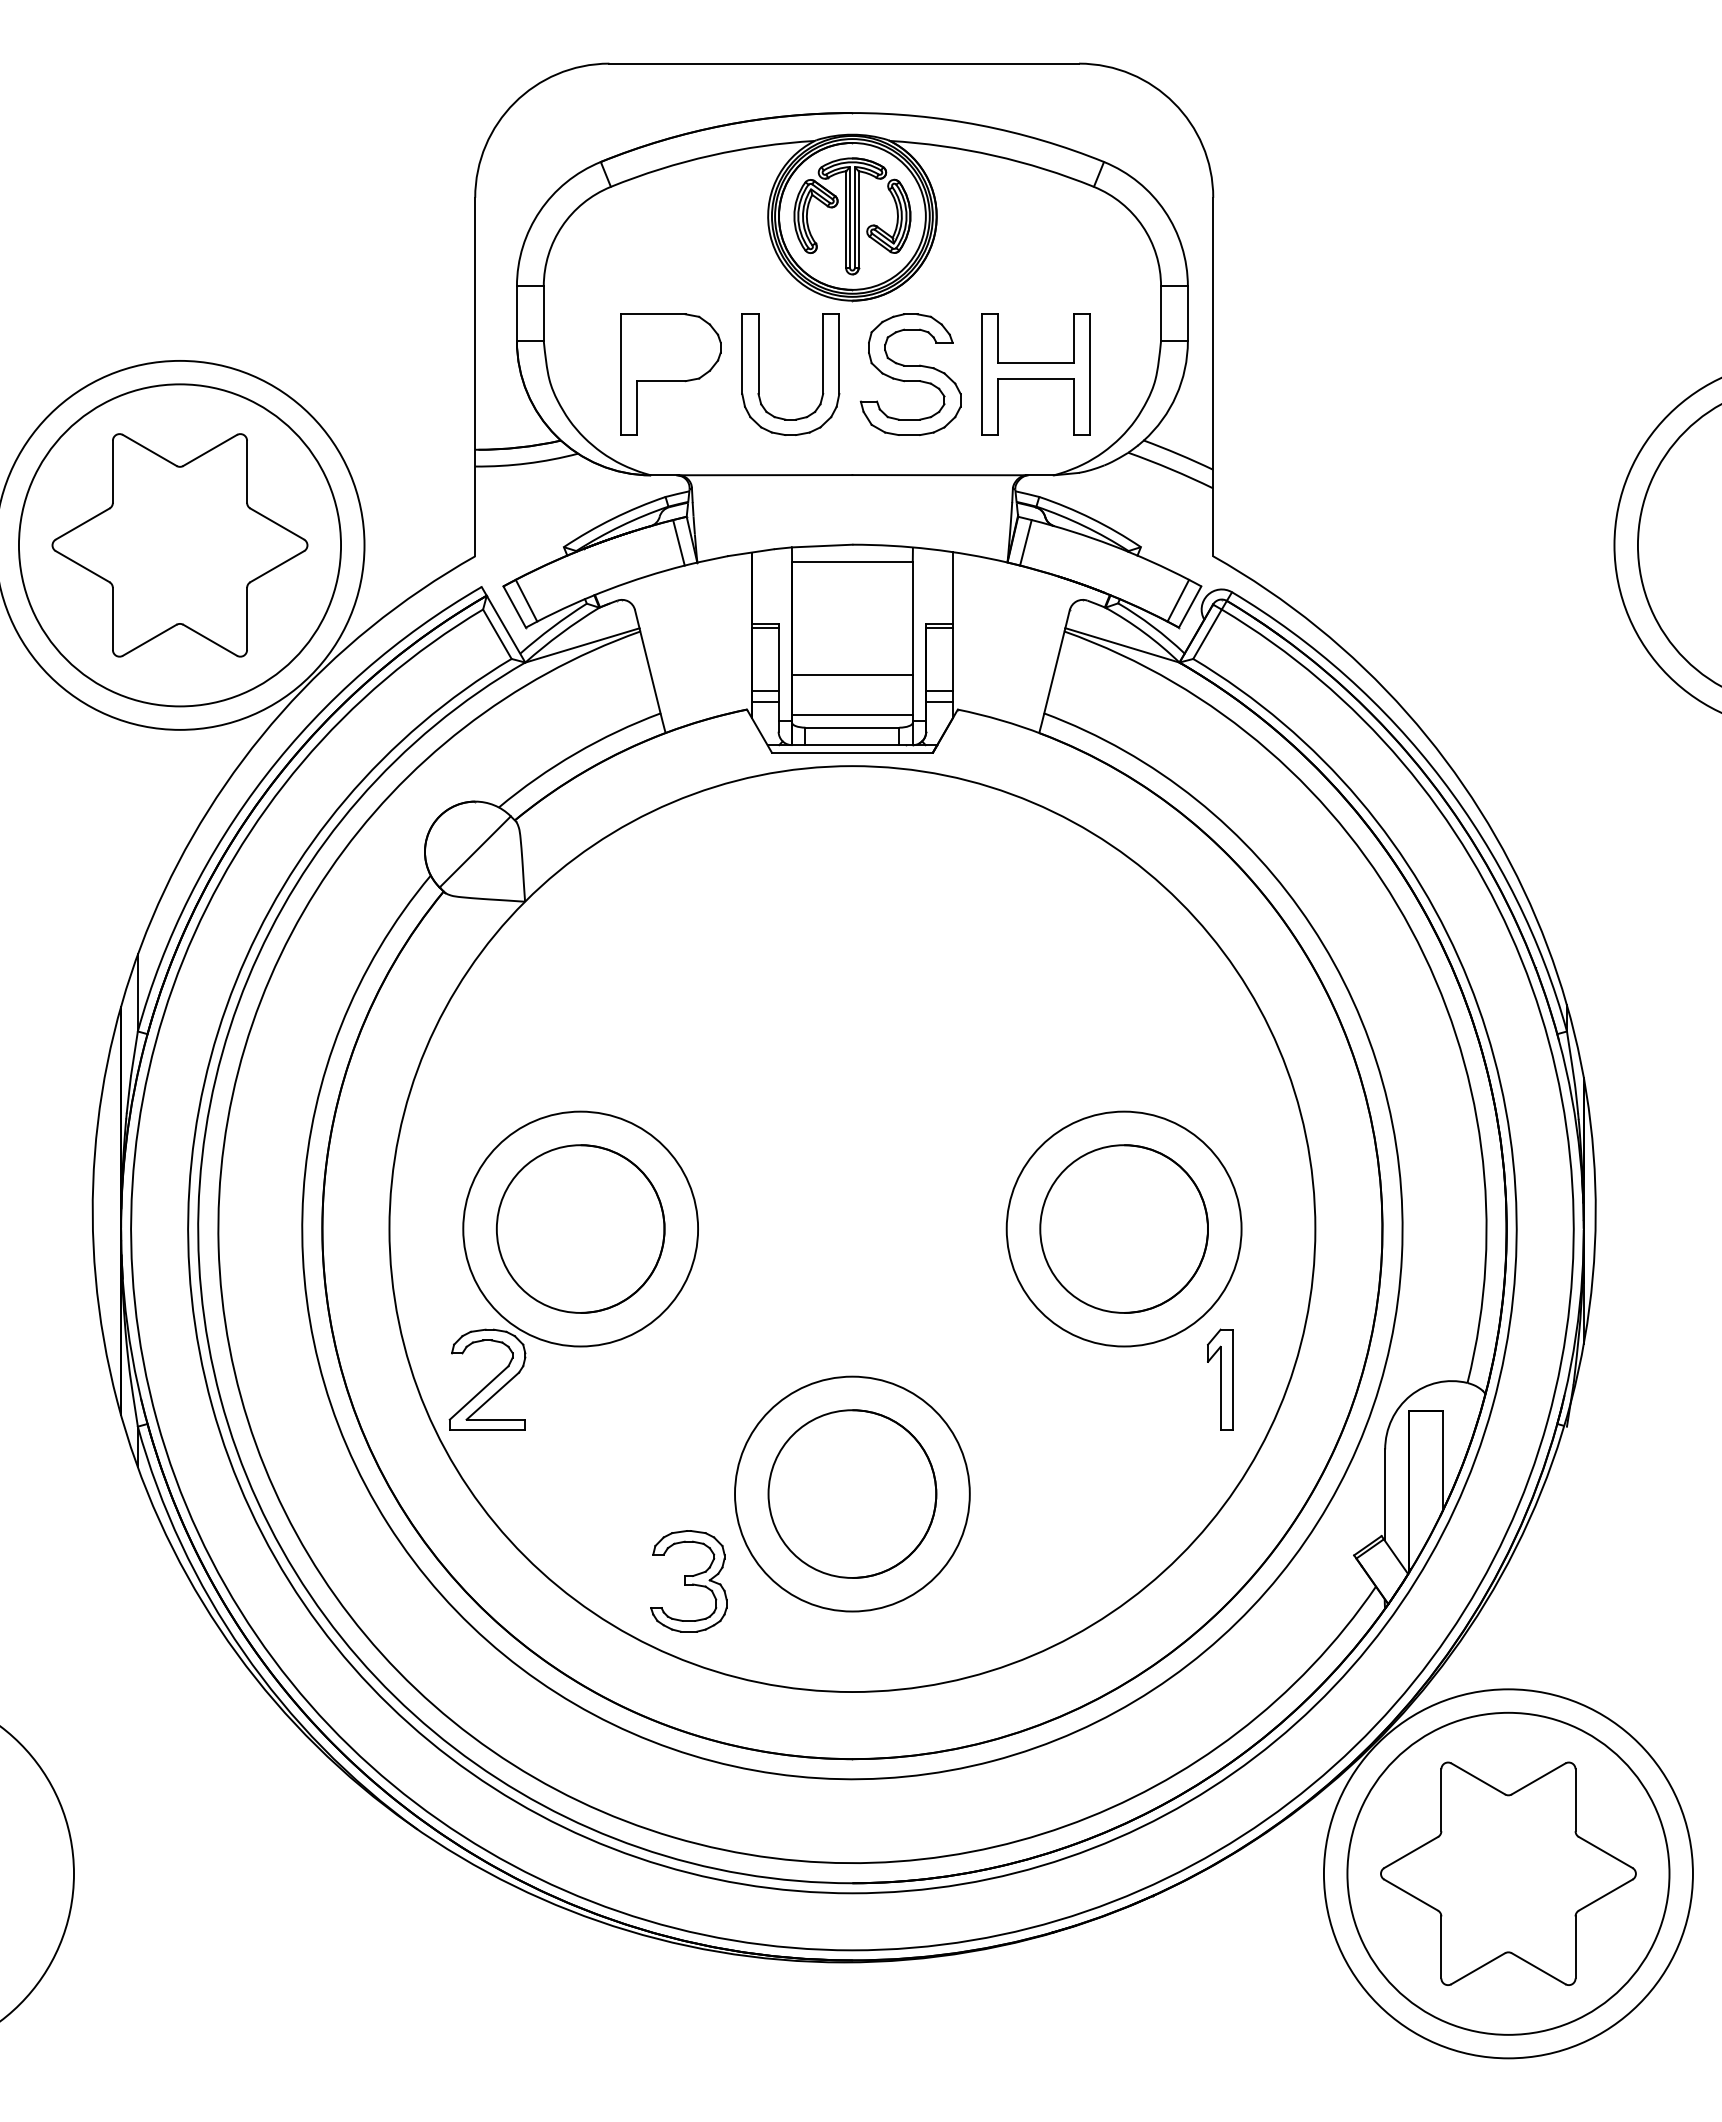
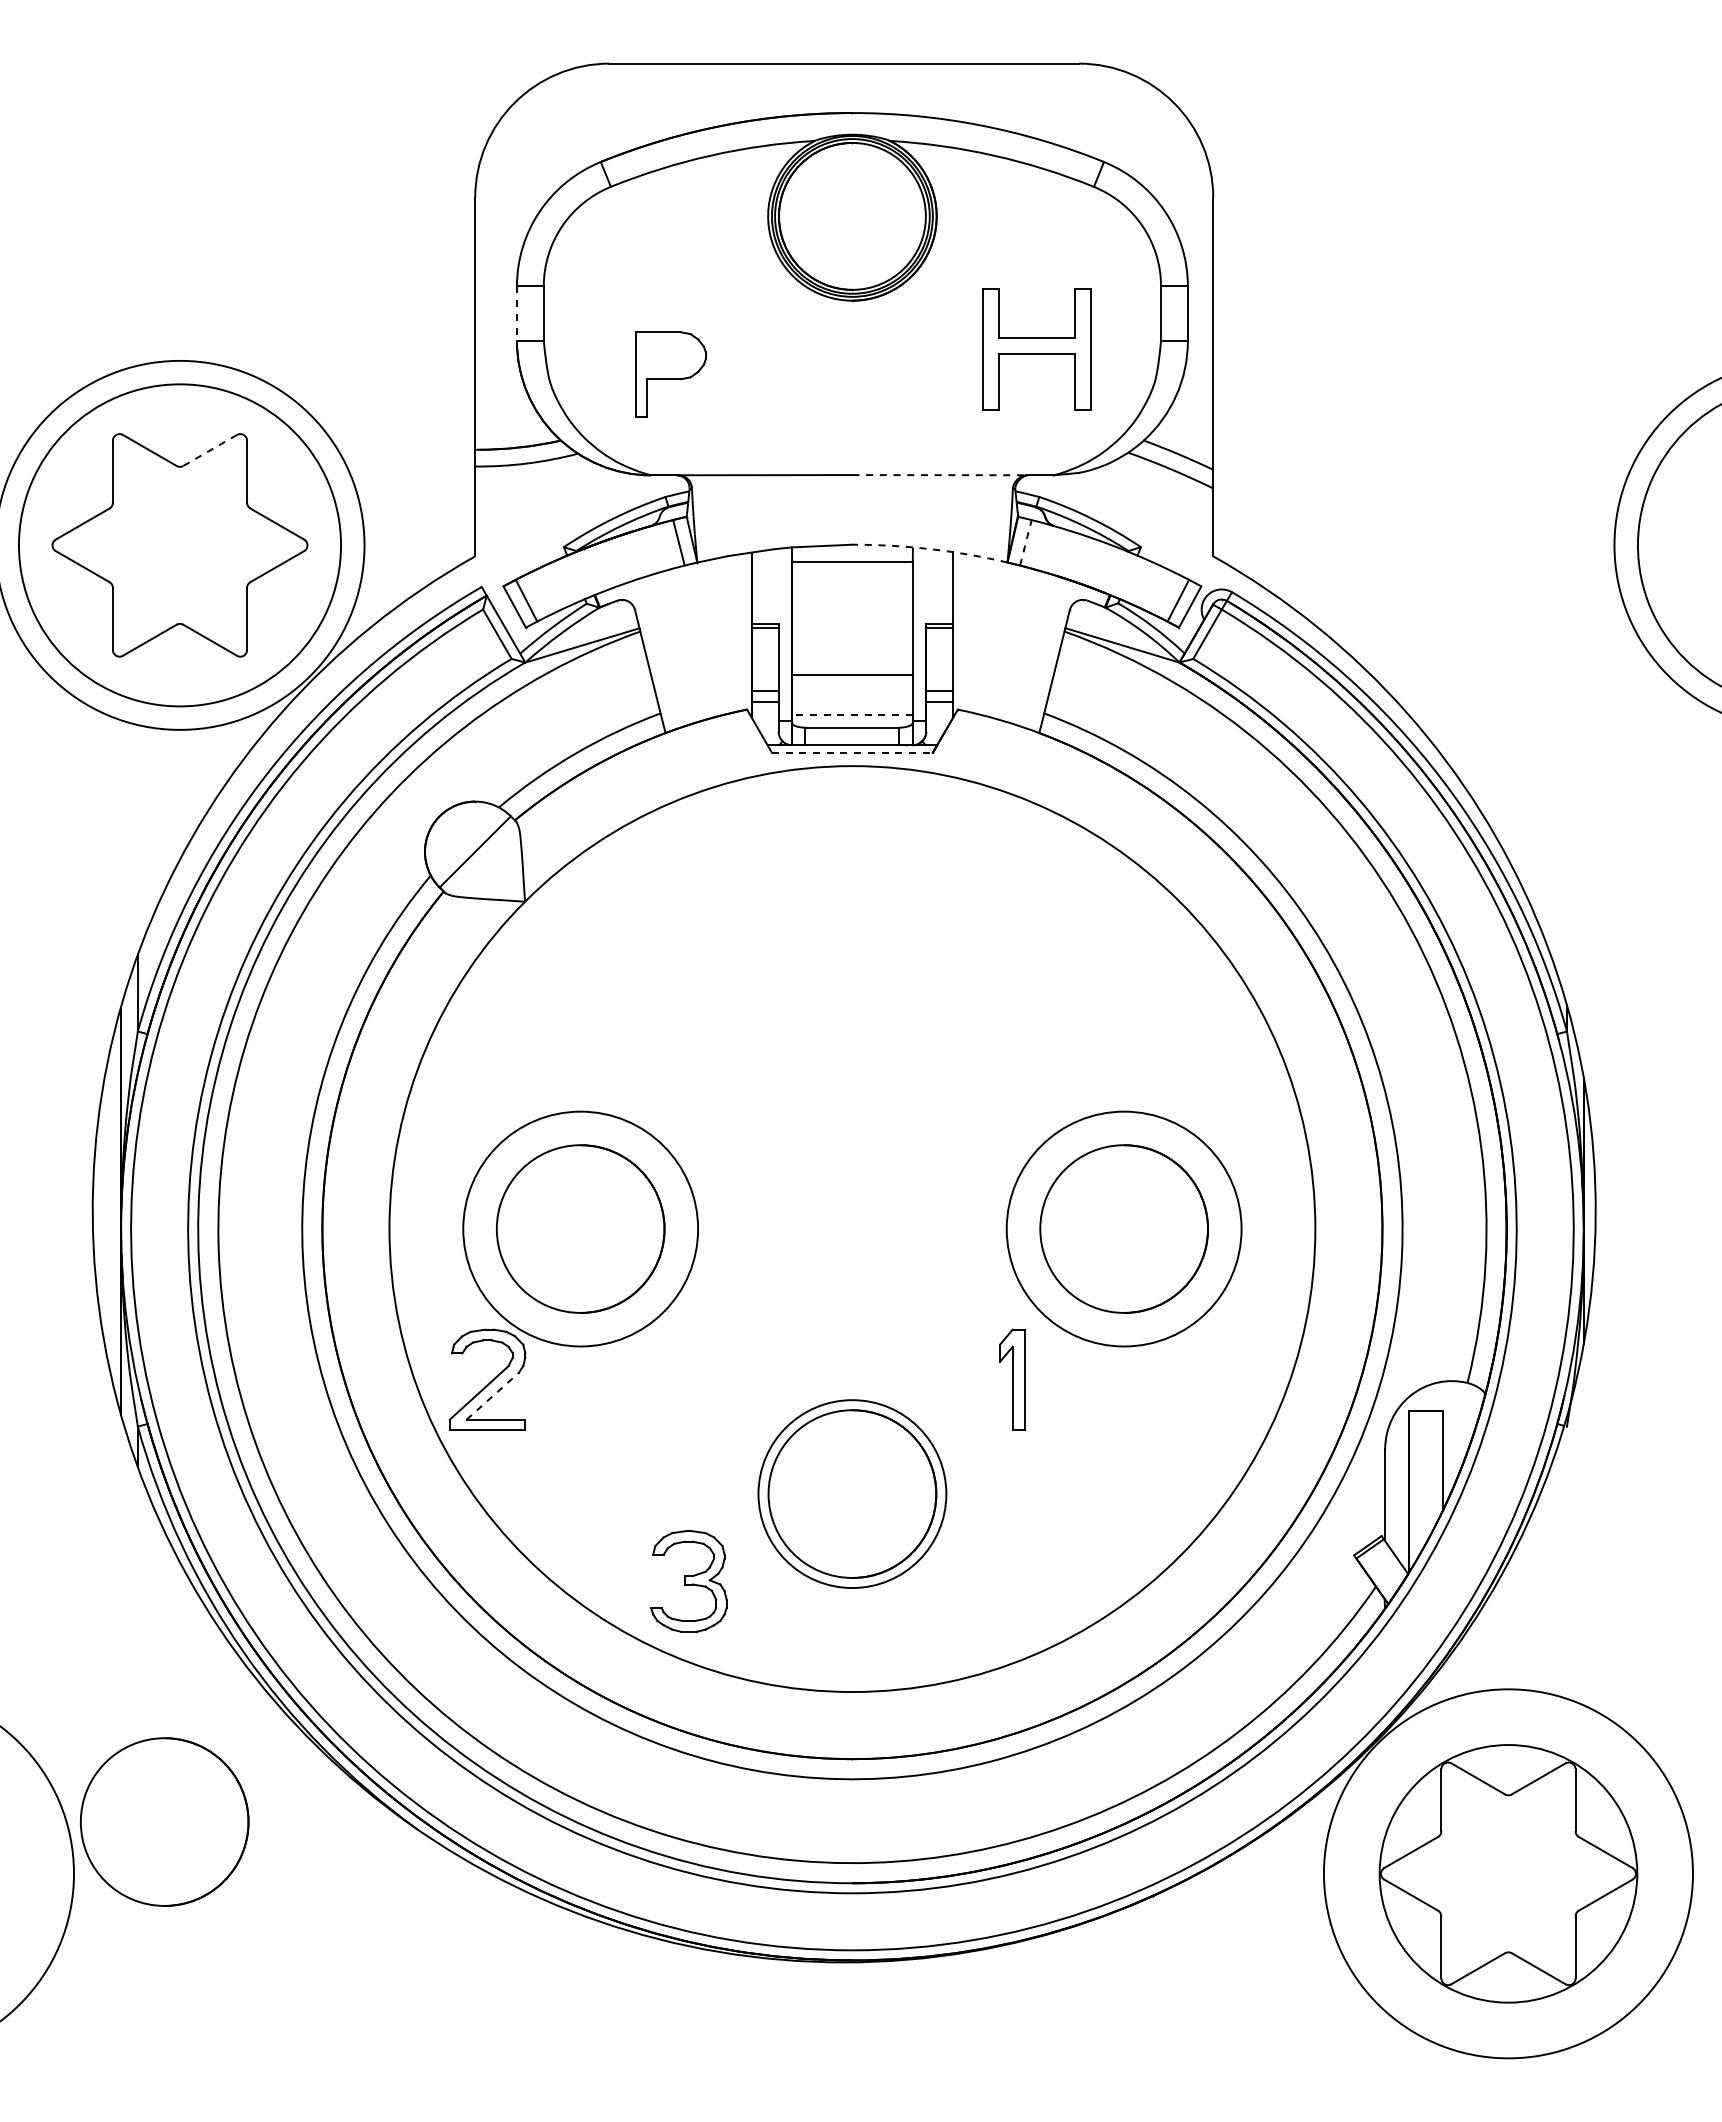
part at (852, 216): present -> none
line at (516, 314): solid -> dashed
part at (670, 374) size: 102x123 px -> 72x87 px
part at (759, 374): present -> none
part at (910, 374): present -> none
part at (1035, 374) position: (1035, 374) -> (1036, 349)
line at (210, 450): solid -> dashed
line at (939, 475): solid -> dashed
line at (1026, 542): solid -> dashed
arc at (930, 549): solid -> dashed
line at (851, 715): solid -> dashed
line at (852, 752): solid -> dashed
part at (1220, 1379) position: (1220, 1379) -> (1012, 1379)
line at (493, 1395): solid -> dashed
circle at (852, 1493) diameter: 235 px -> 188 px
circle at (164, 1821): none -> present
circle at (1508, 1873) diameter: 322 px -> 258 px
